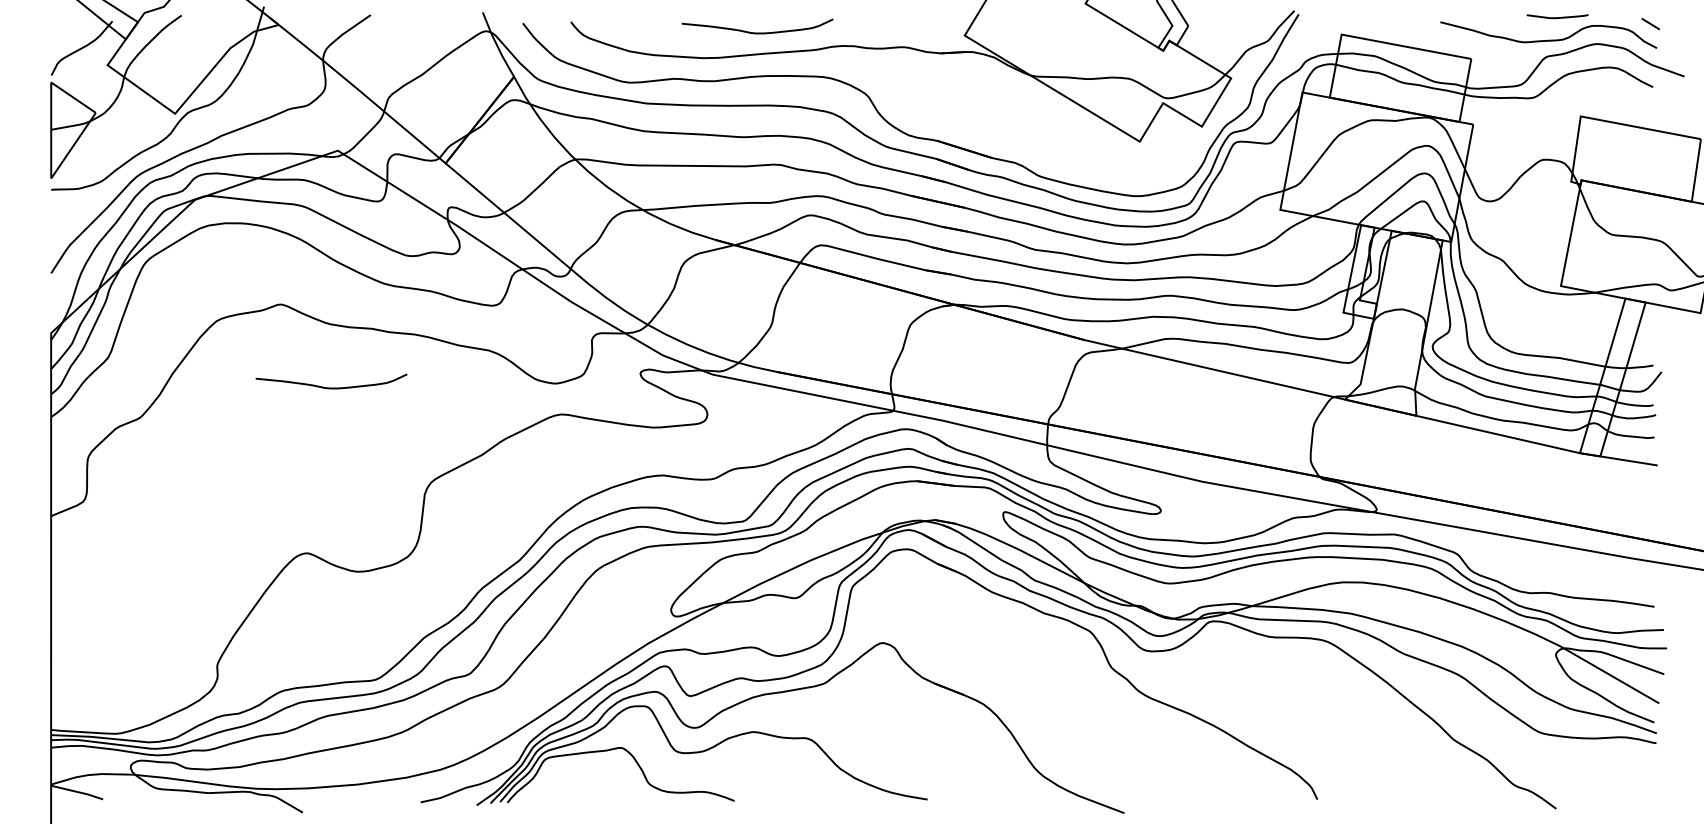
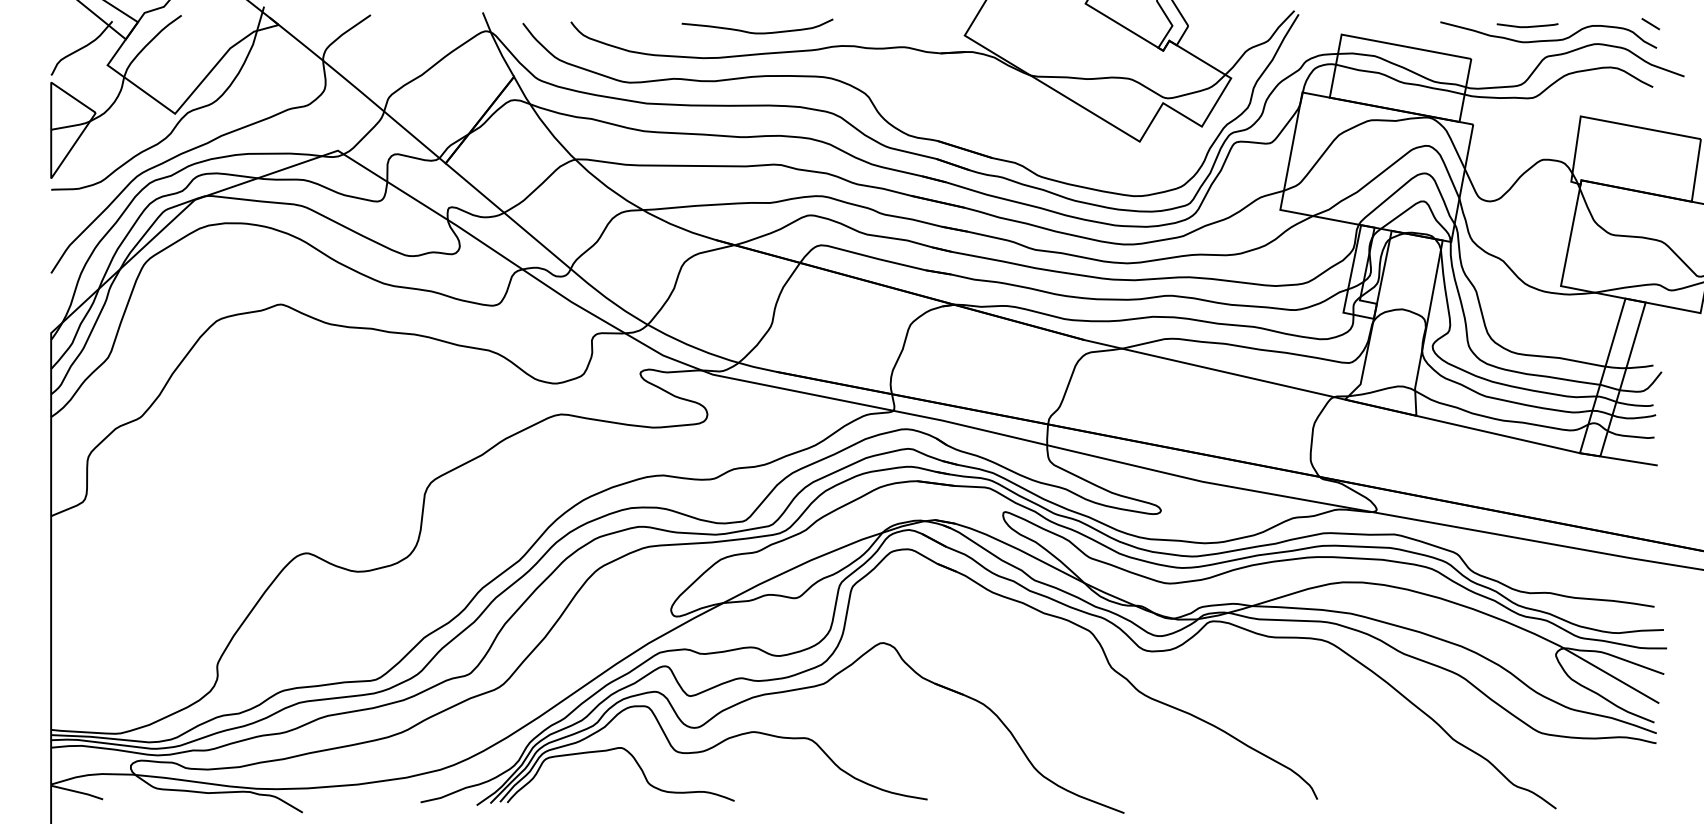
curve at (1557, 17) position: (1557, 17) -> (1527, 26)
curve at (331, 387): present -> none
